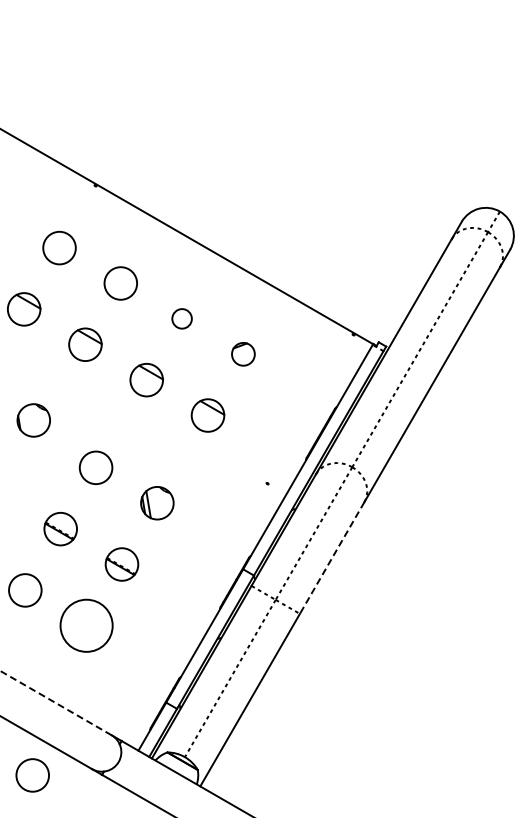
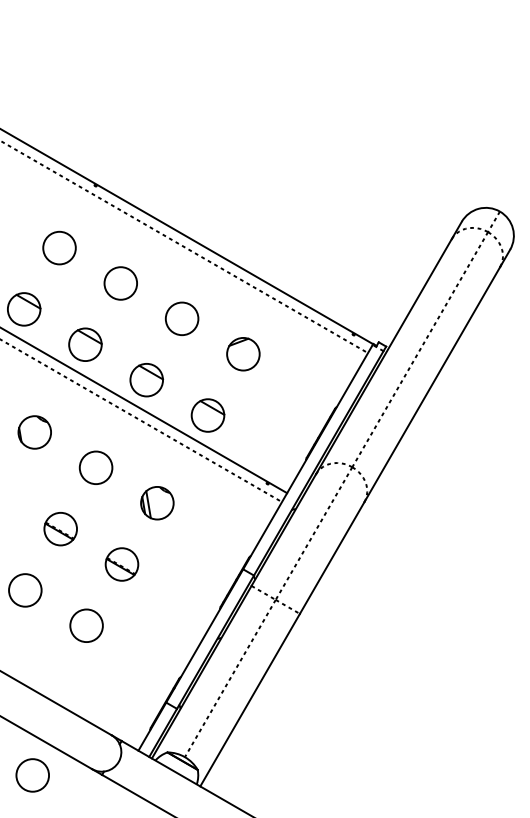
line at (185, 247): none -> present
circle at (181, 318) diameter: 20 px -> 33 px
part at (243, 354) size: 25x25 px -> 35x35 px
line at (144, 410): none -> present
part at (33, 420) position: (33, 420) -> (34, 432)
line at (142, 421): none -> present
line at (332, 558): dashed -> solid
circle at (86, 625) diameter: 52 px -> 33 px
line at (56, 703): dashed -> solid
